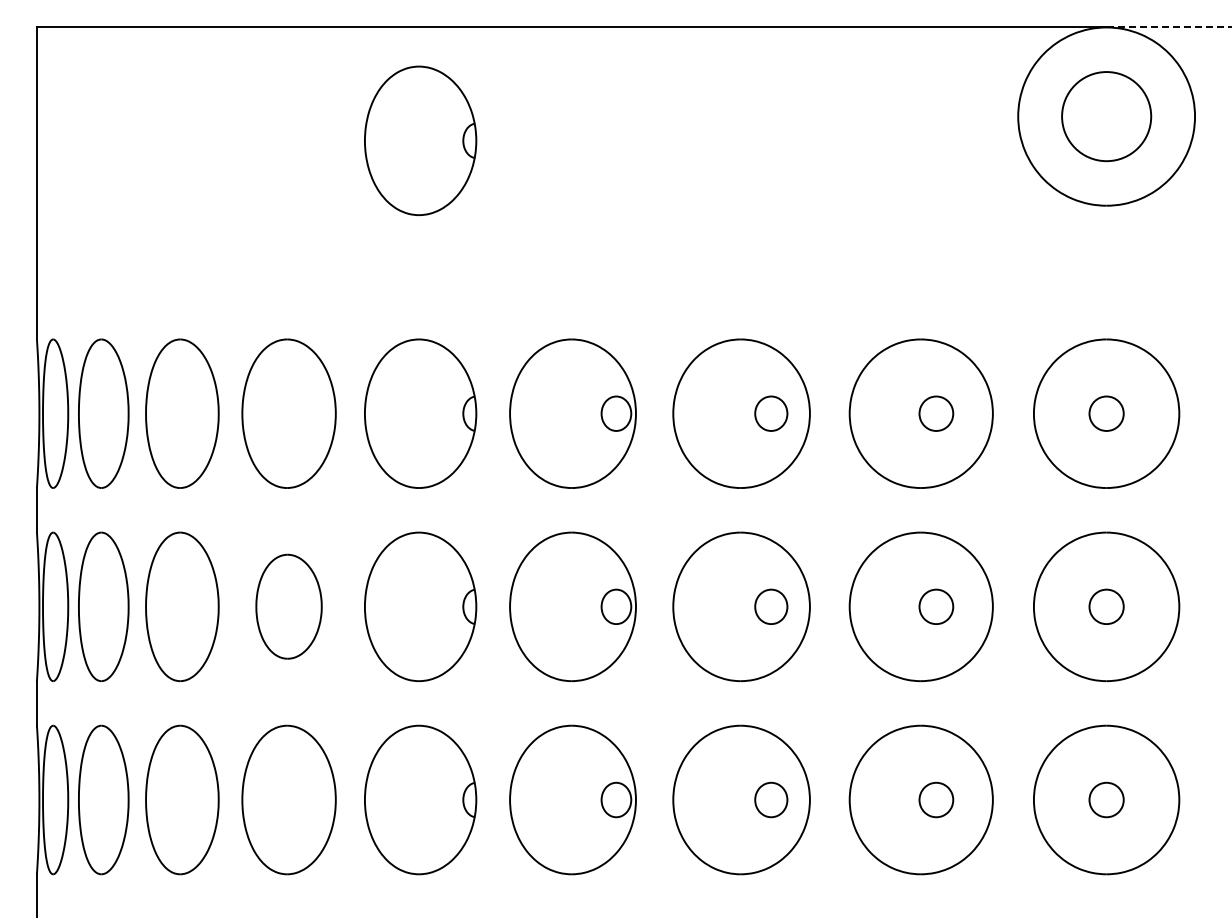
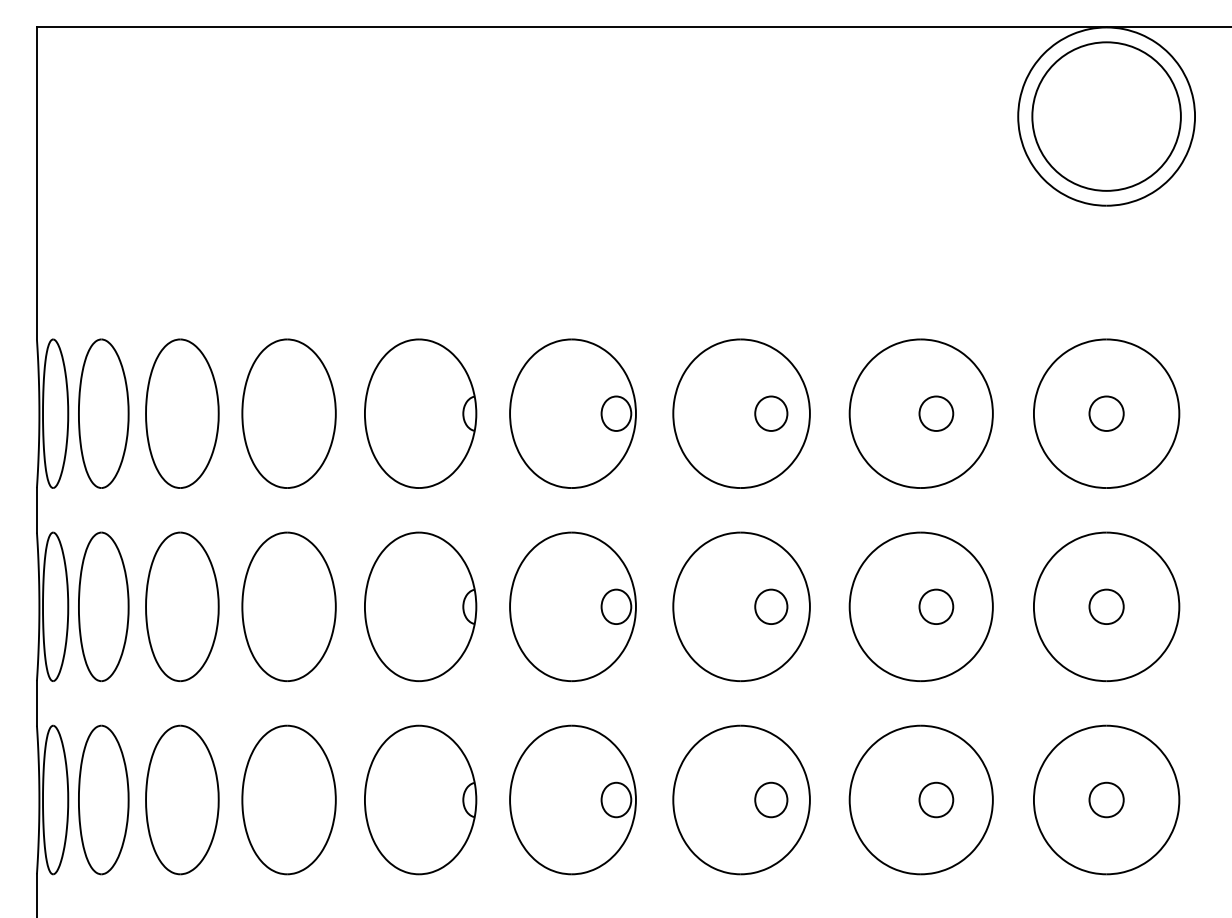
line at (1169, 27): dashed -> solid
circle at (1106, 116) diameter: 89 px -> 149 px
part at (420, 140): present -> none
part at (288, 606) size: 68x107 px -> 96x151 px
